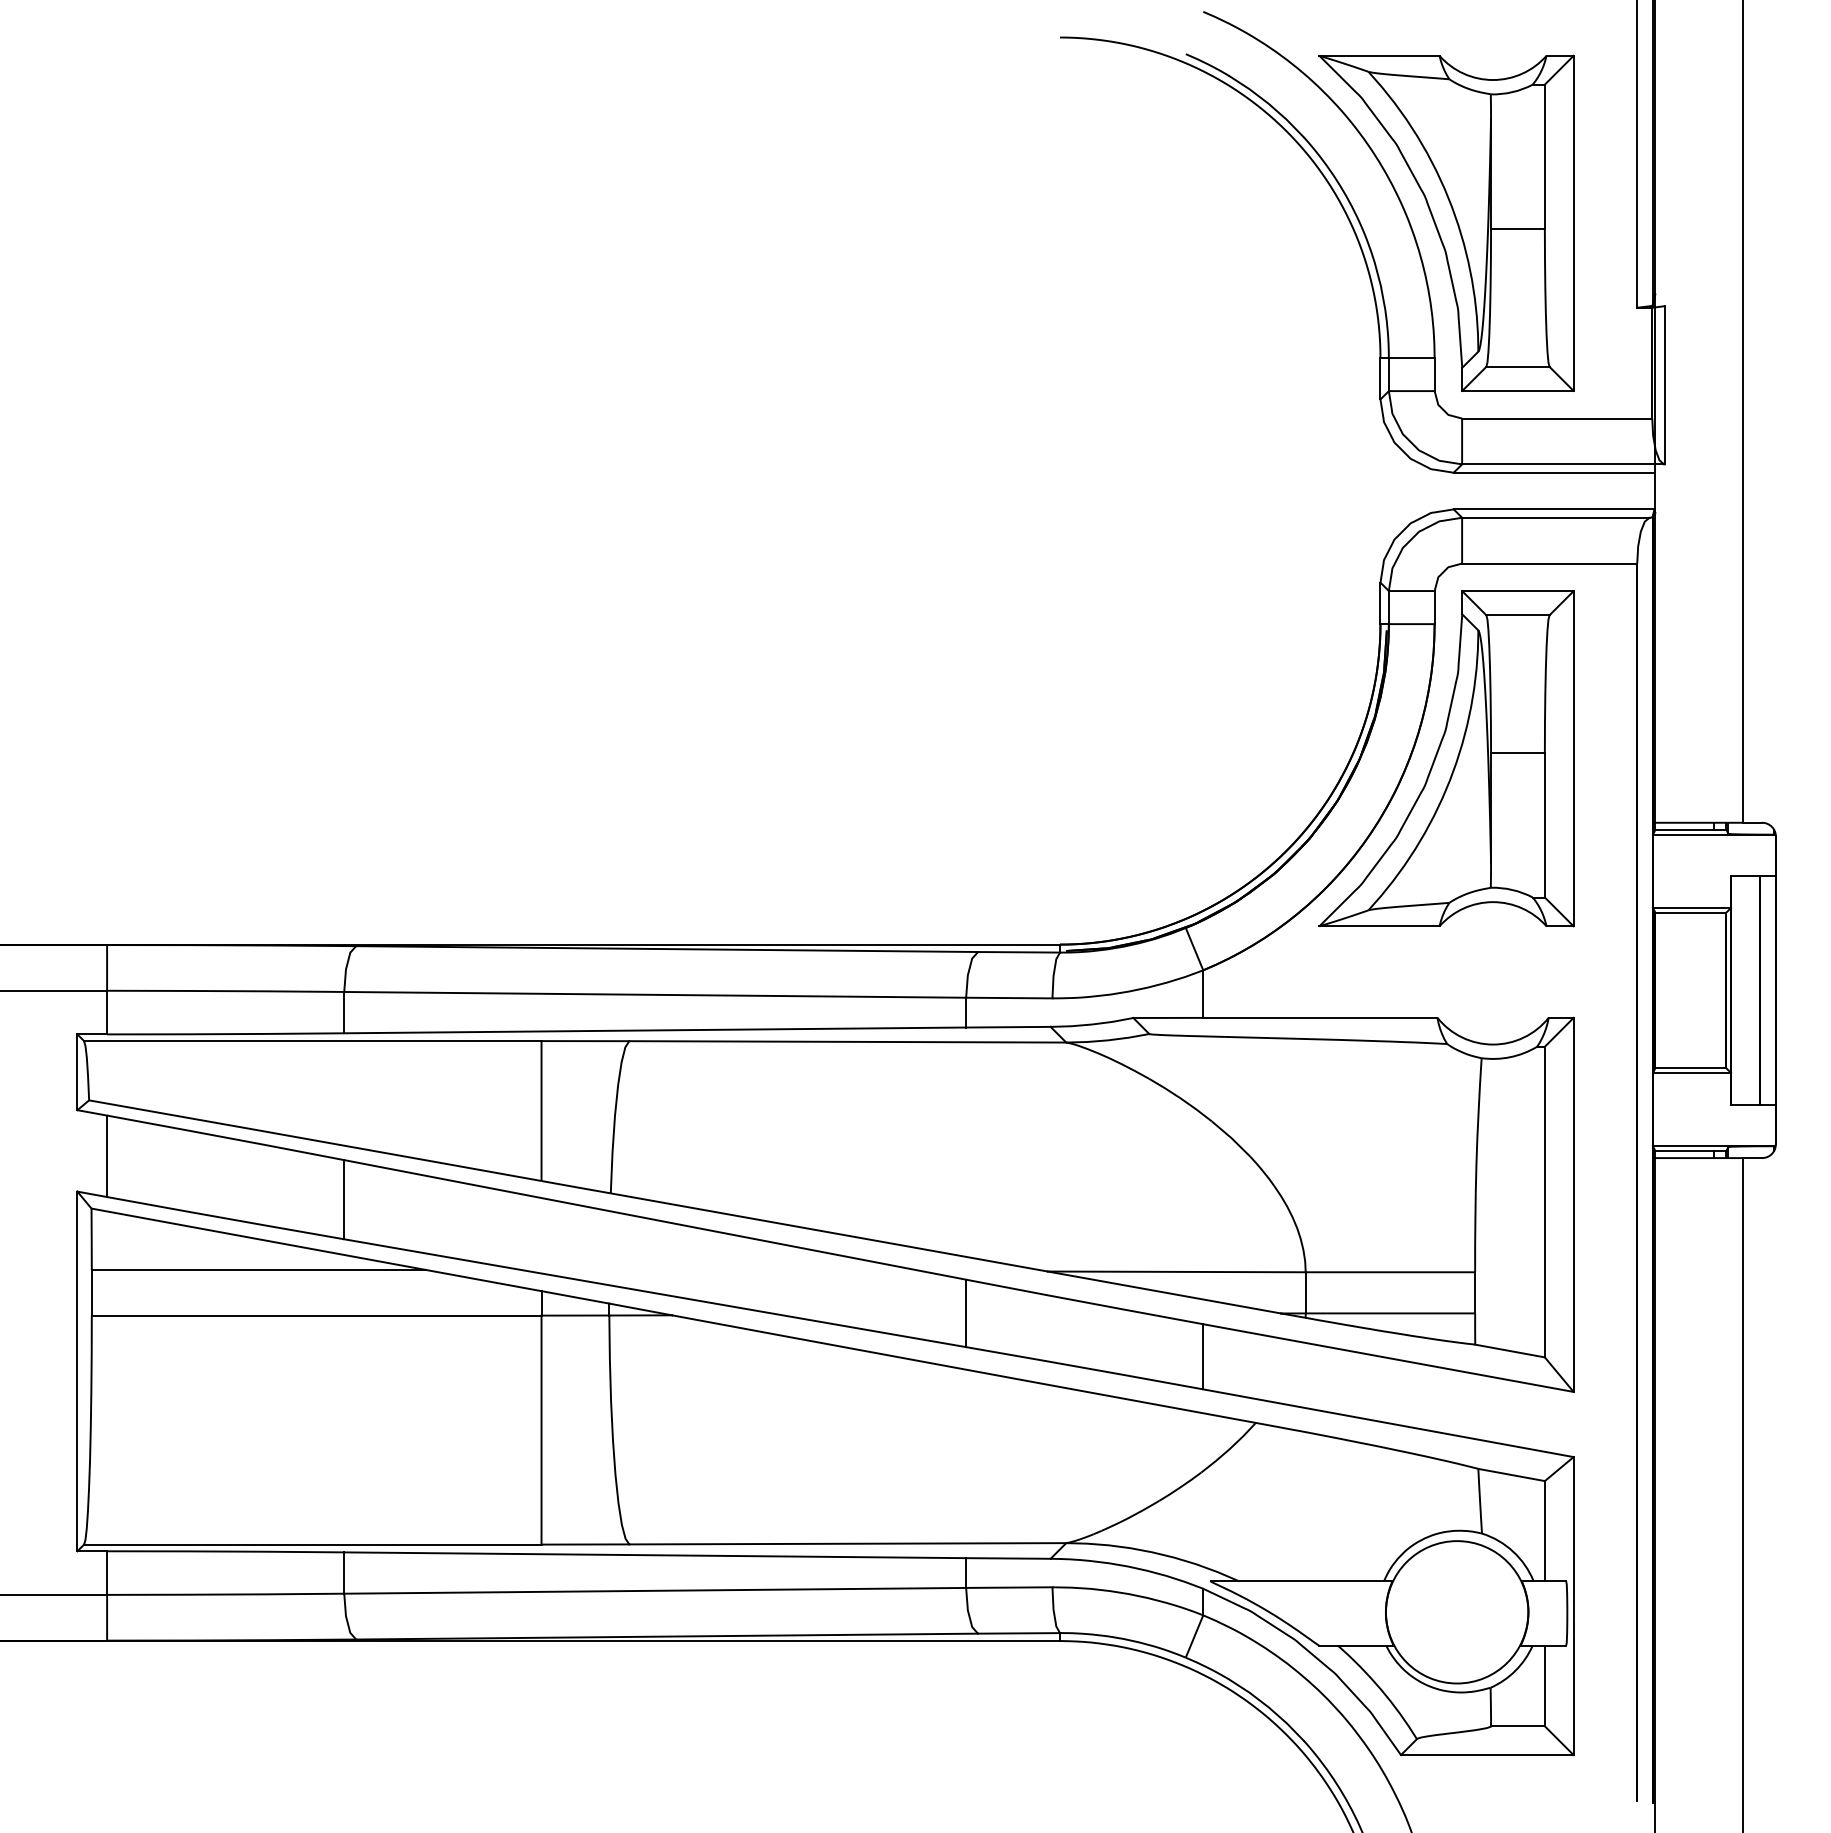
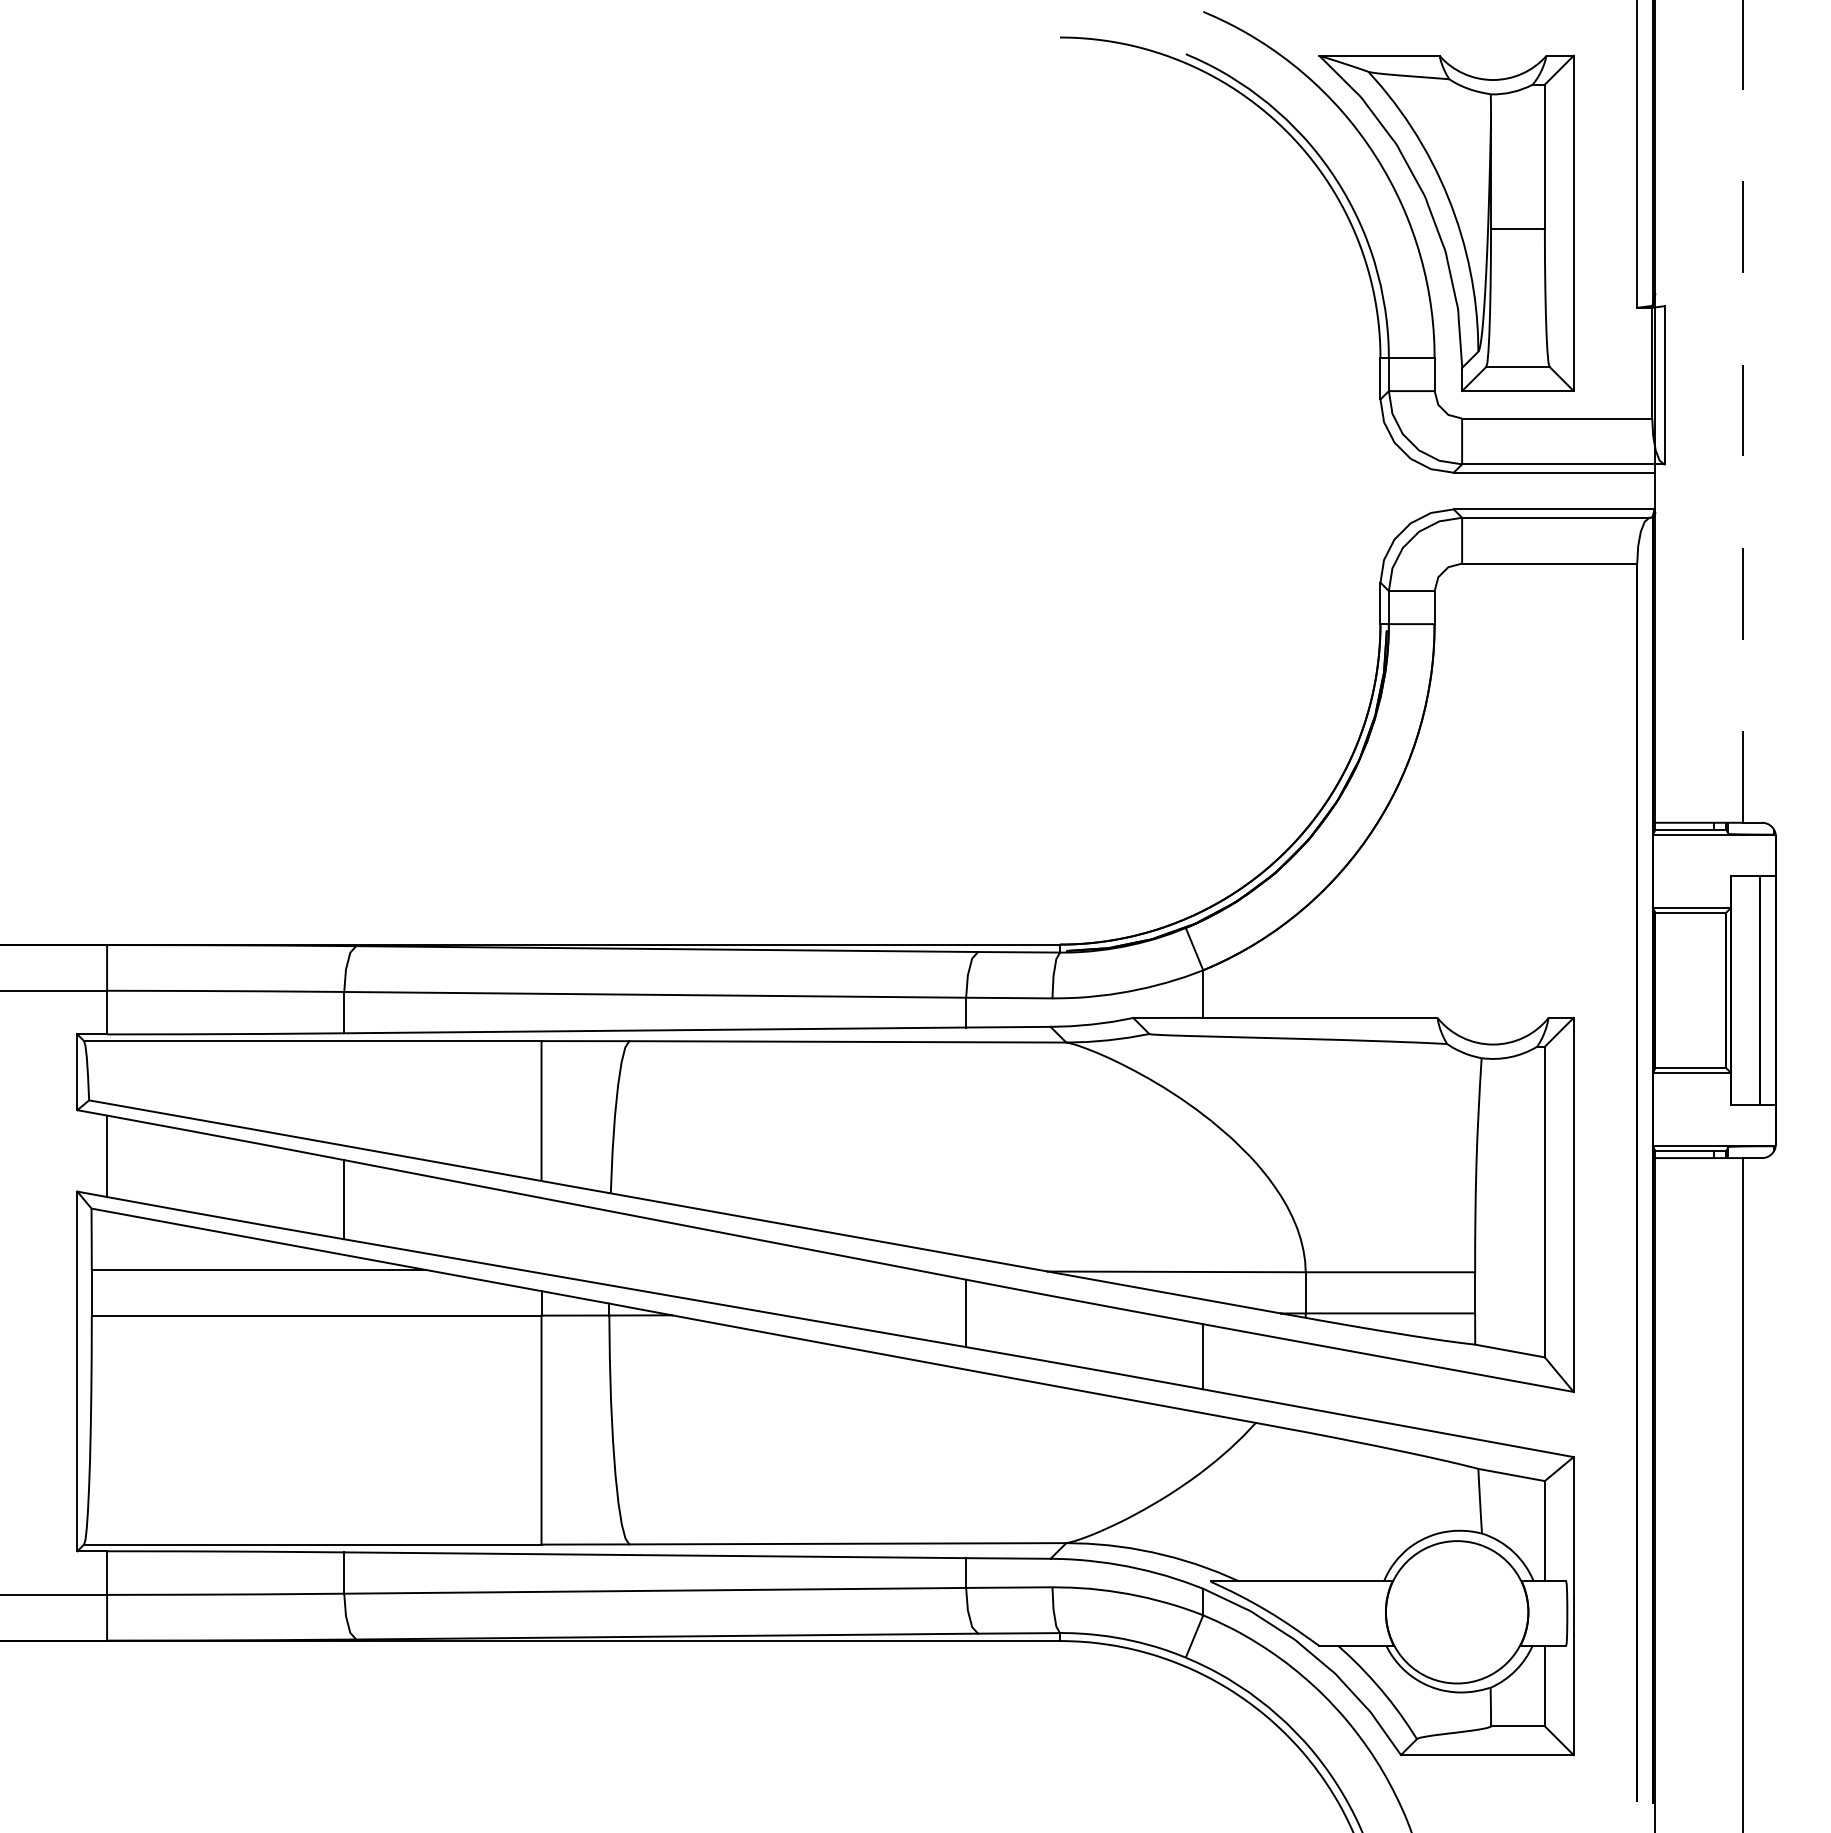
line at (1743, 411): solid -> dashed
part at (1446, 758): present -> none
